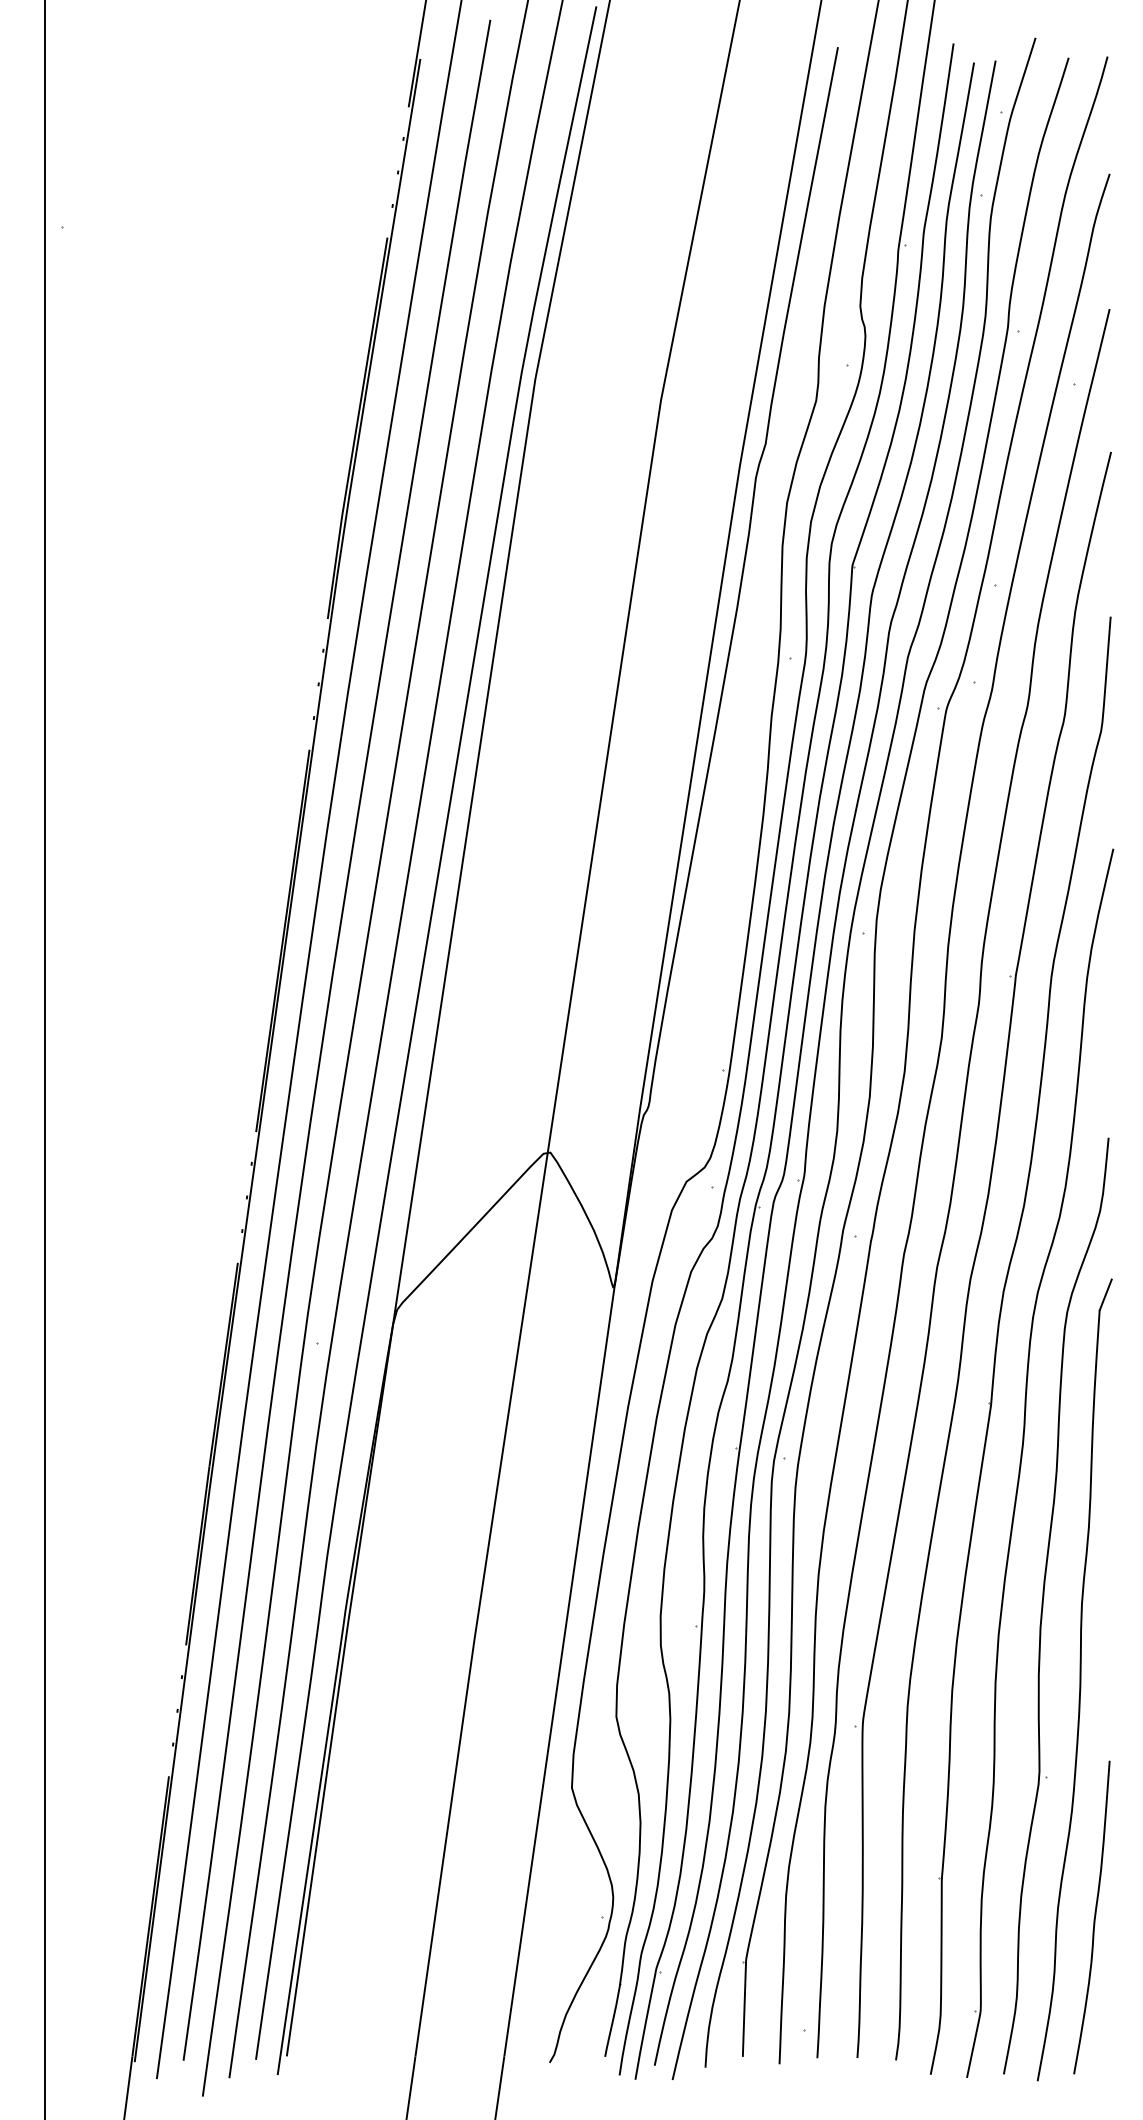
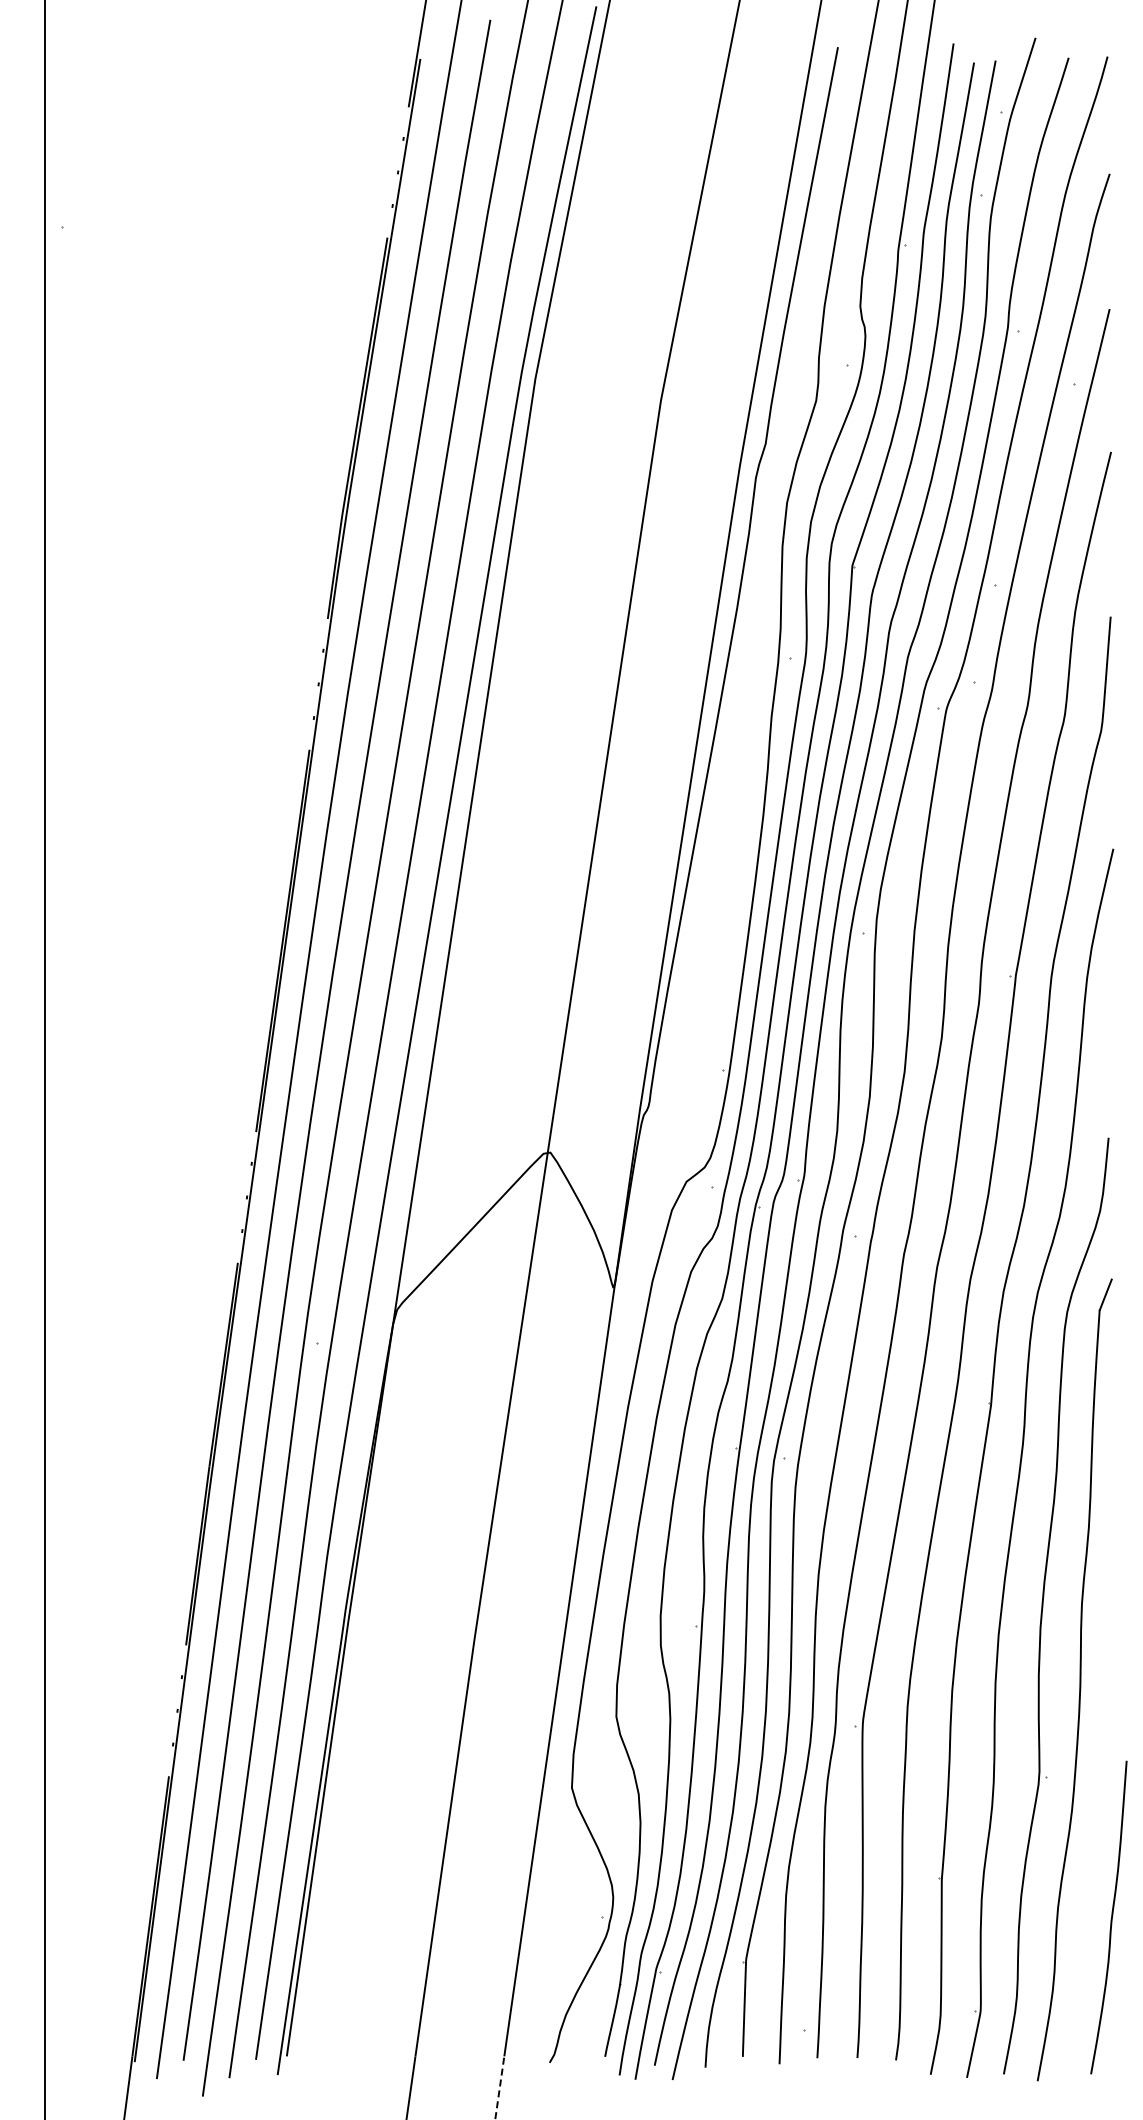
curve at (1093, 1919) position: (1093, 1919) -> (1110, 1919)
line at (499, 2088): solid -> dashed
